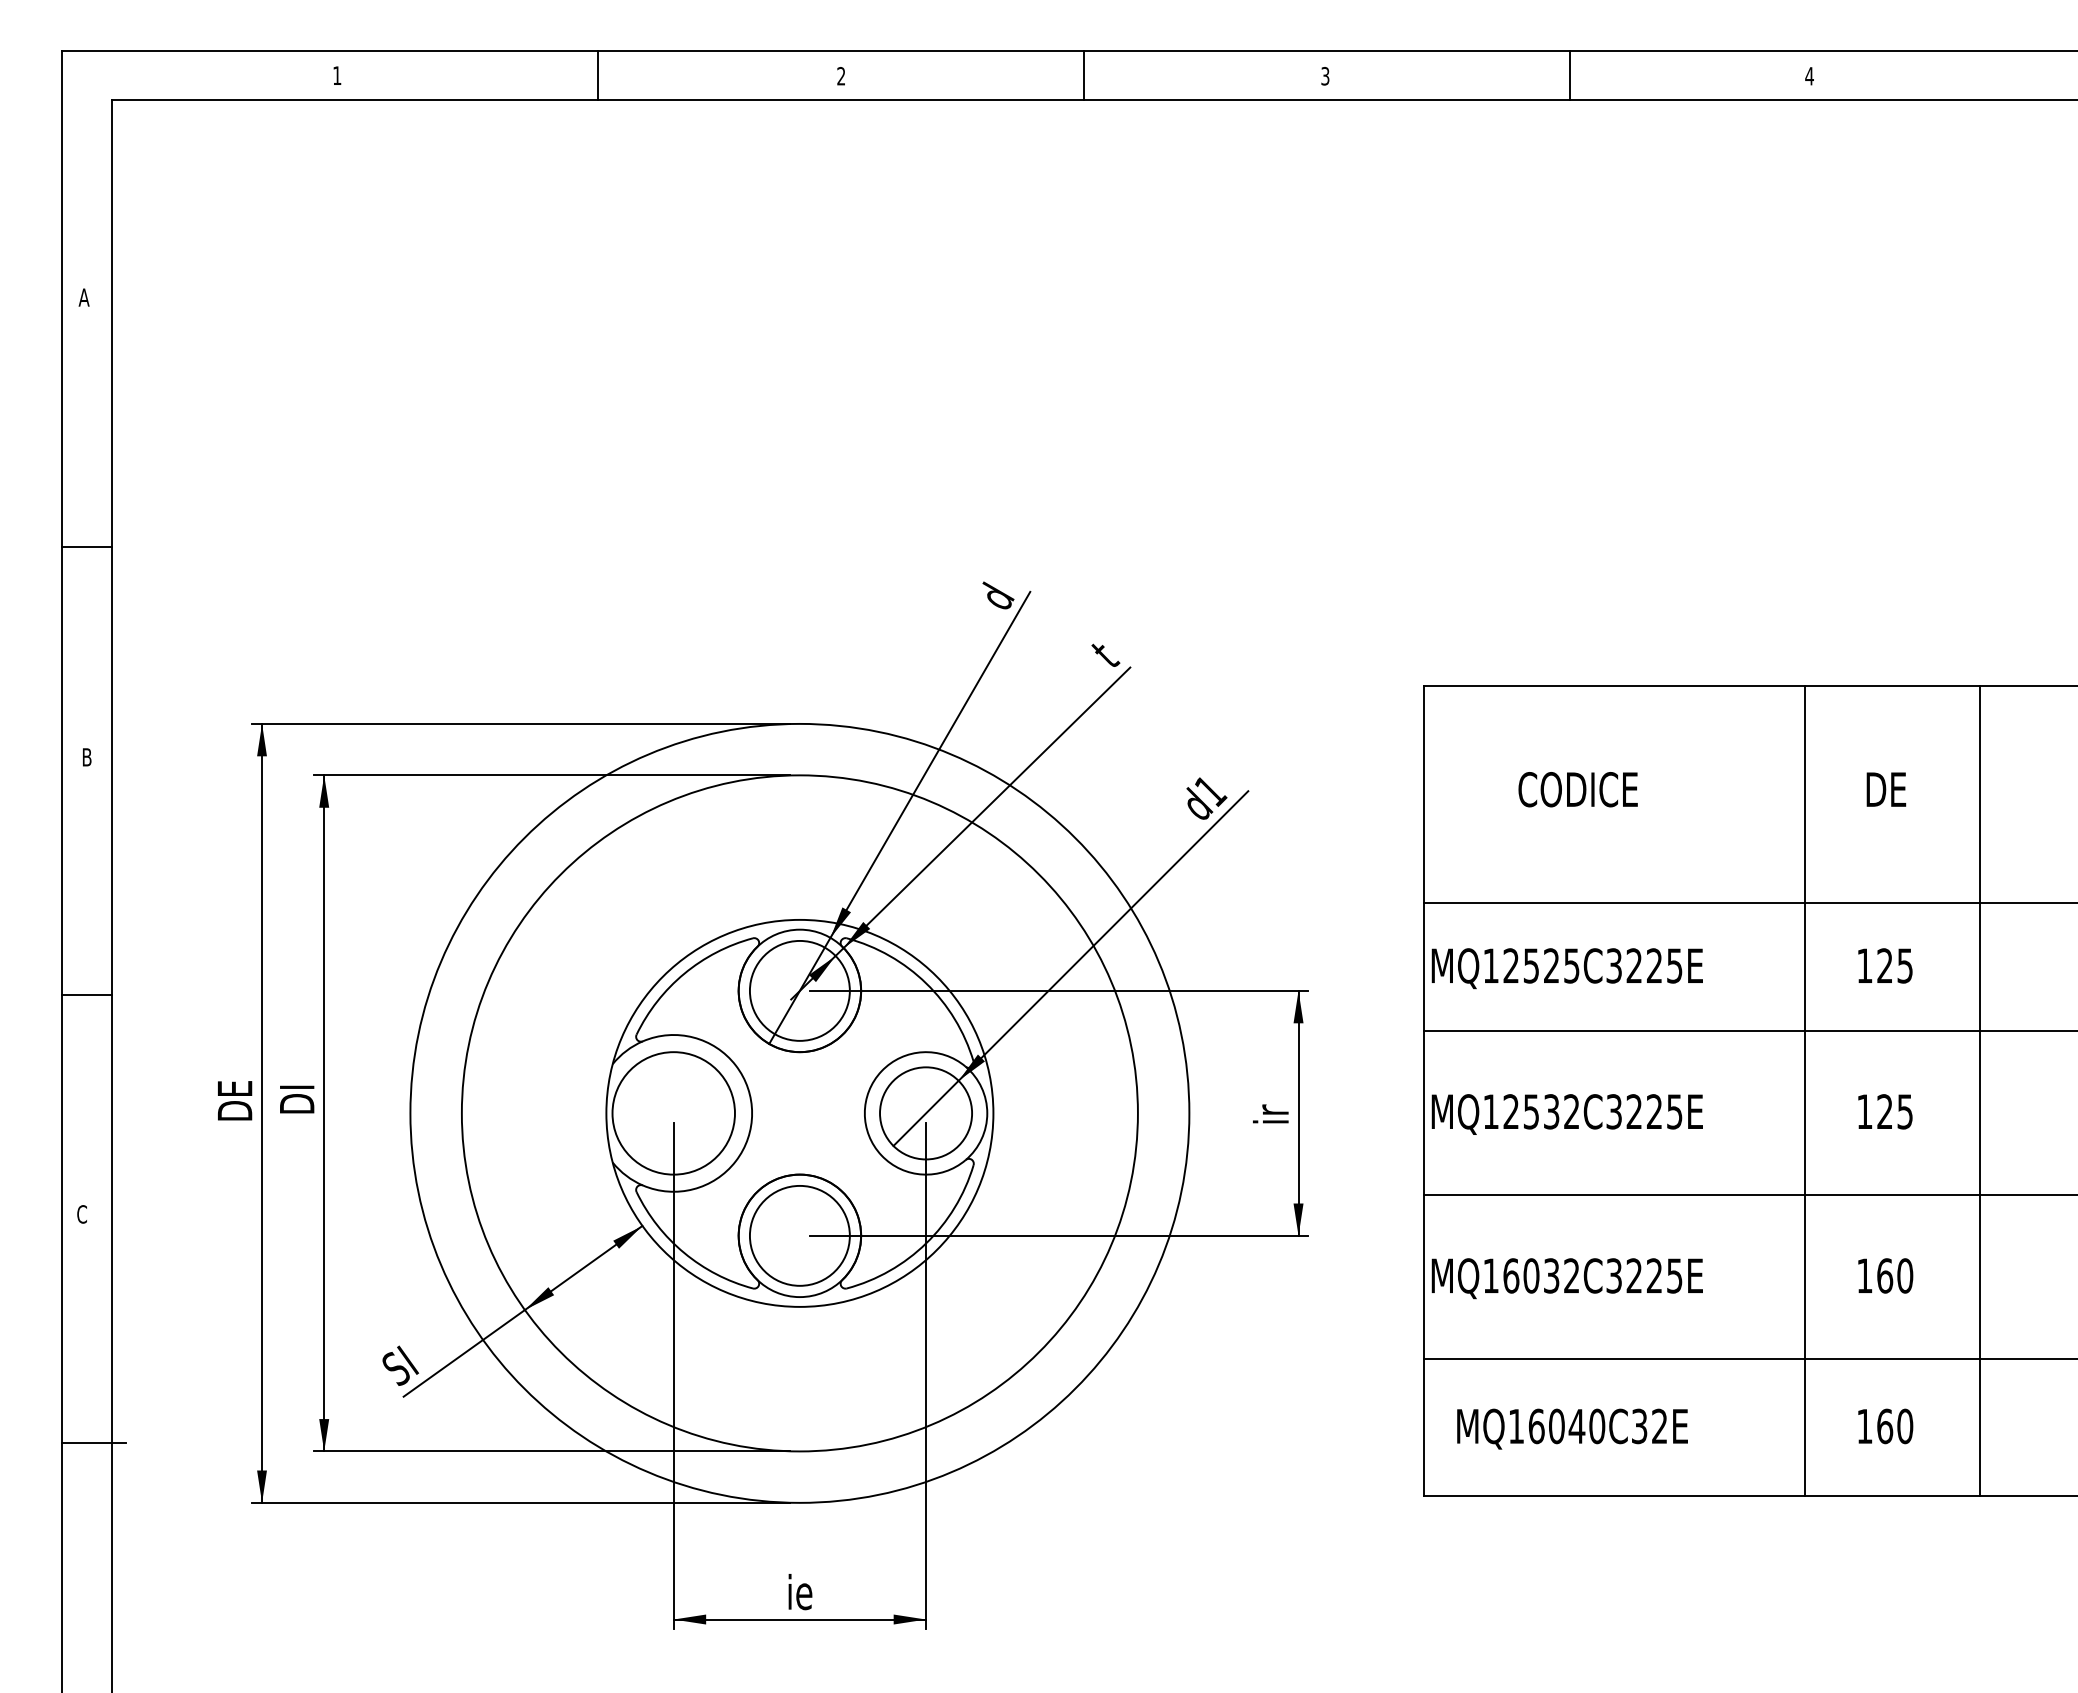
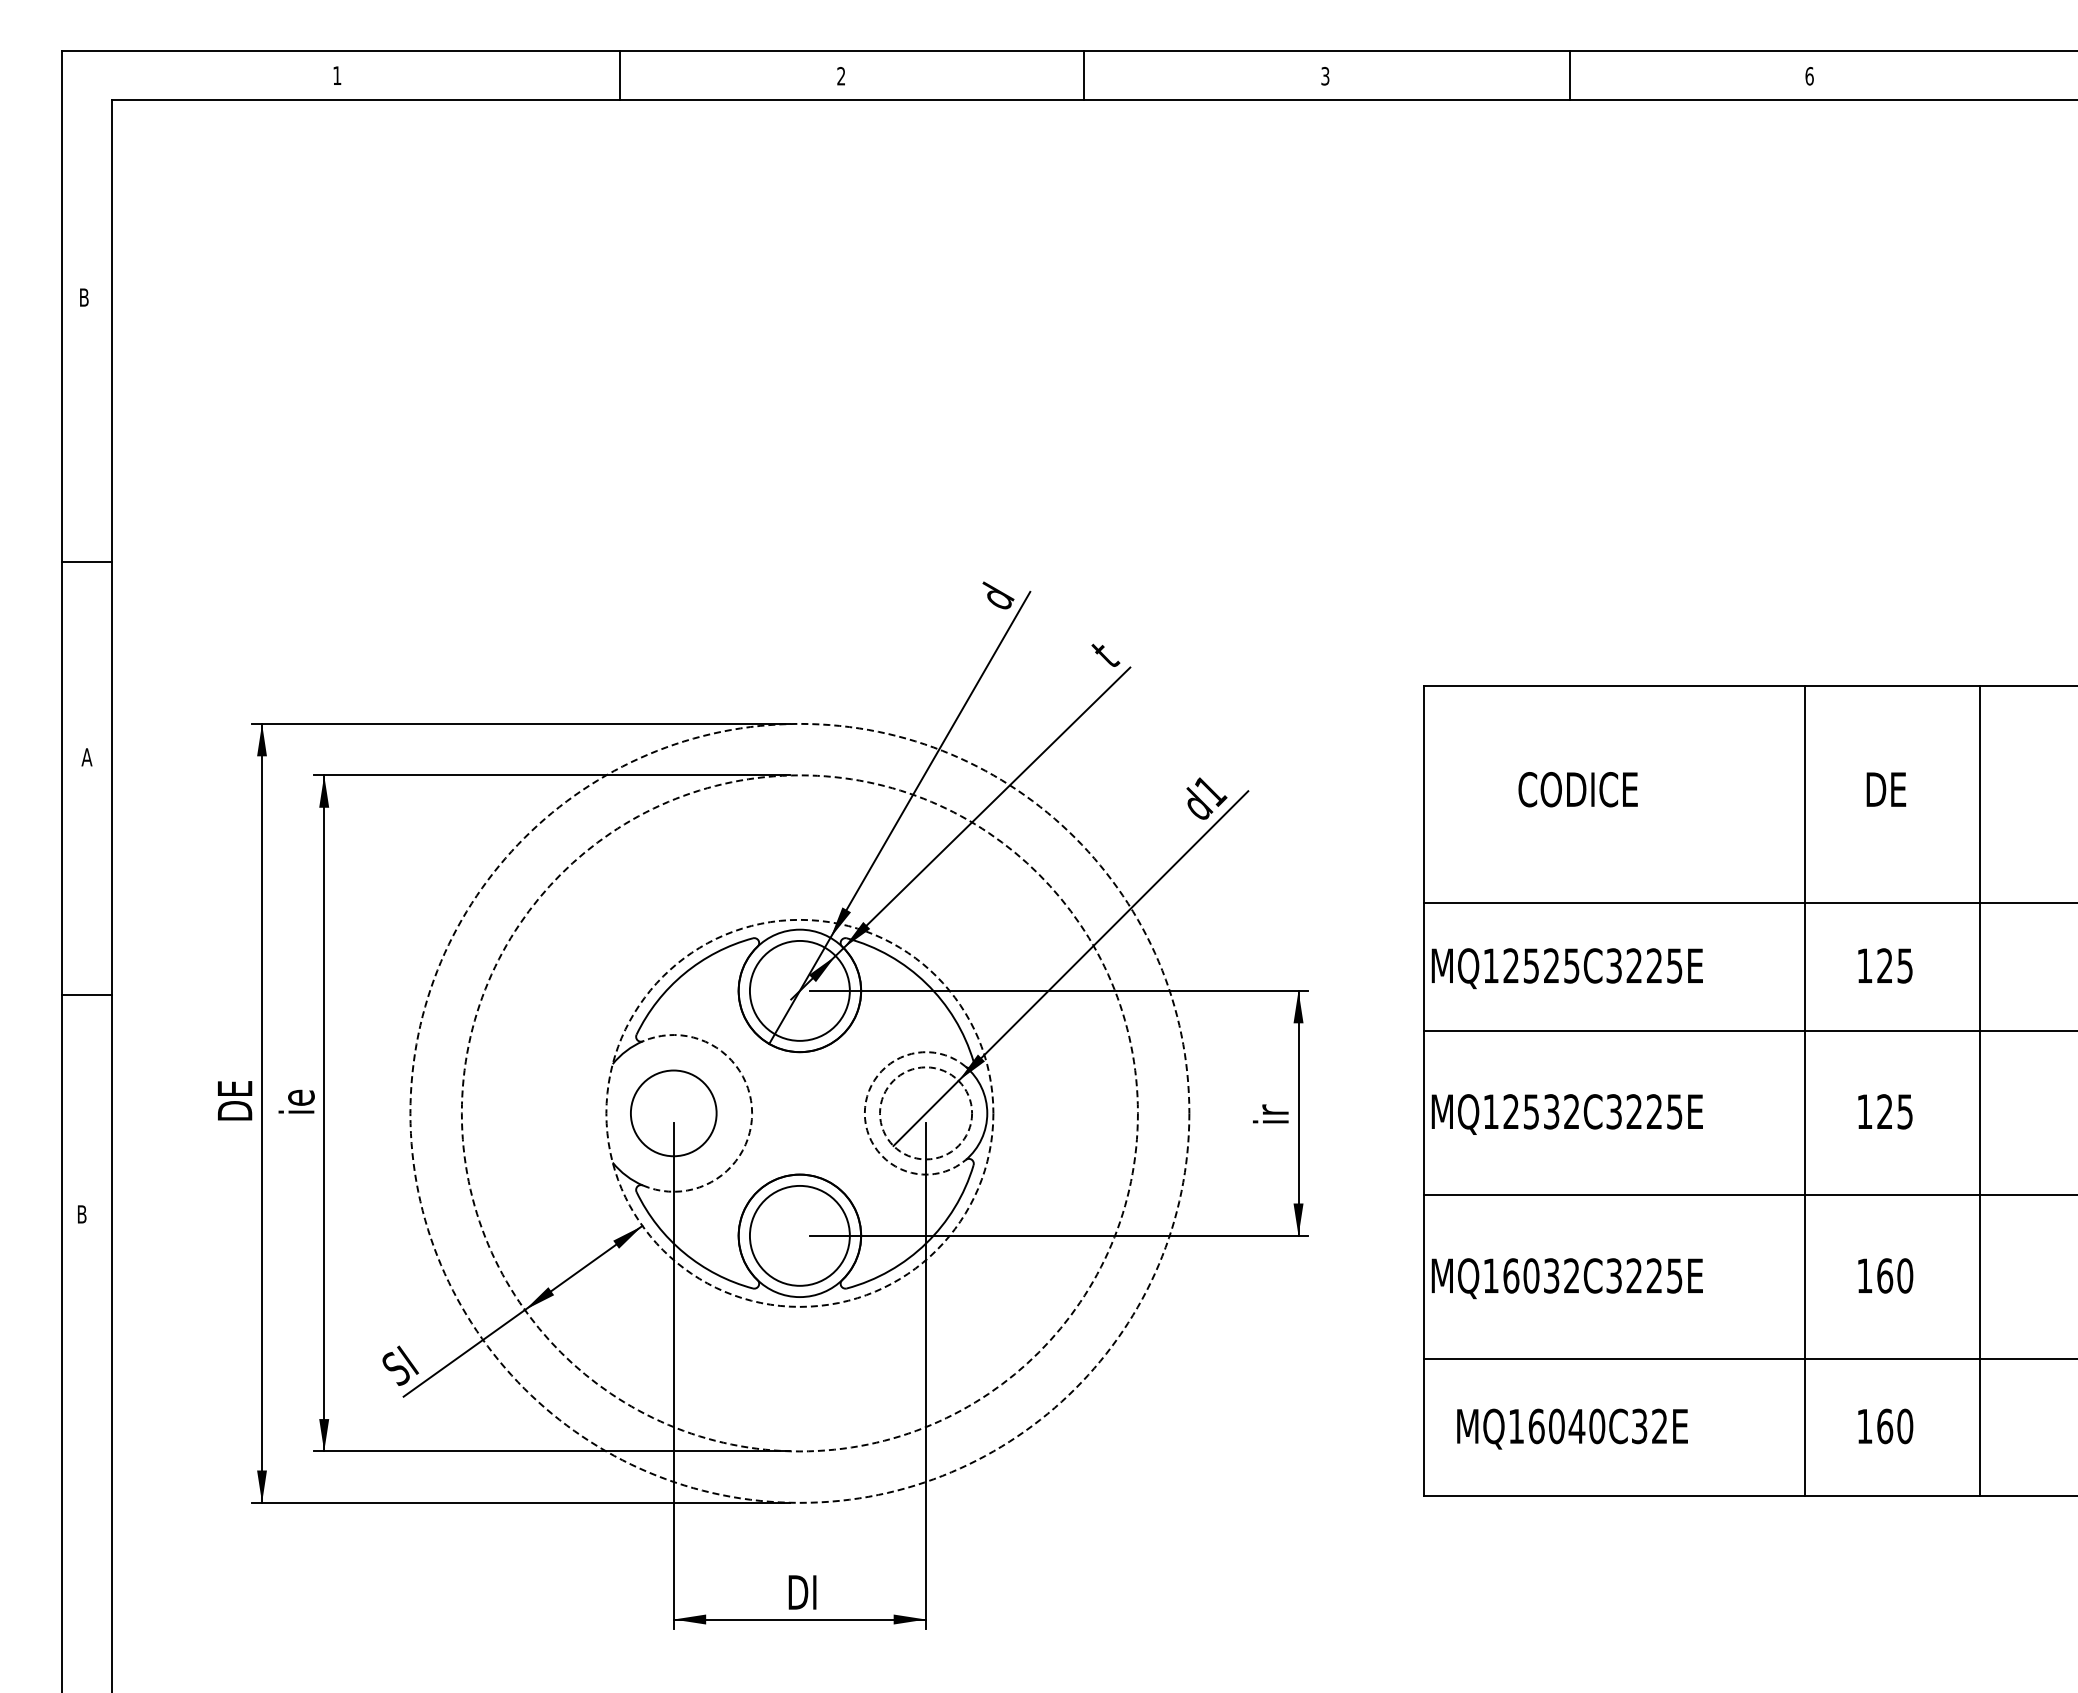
line at (597, 74) position: (597, 74) -> (619, 74)
text at (1809, 76): 4 -> 6
text at (83, 297): A -> B
line at (86, 547) position: (86, 547) -> (86, 562)
text at (86, 757): B -> A
text at (296, 1099): DI -> ie
circle at (799, 1112): solid -> dashed
circle at (799, 1112): solid -> dashed
circle at (673, 1113) diameter: 122 px -> 86 px
arc at (752, 1113): solid -> dashed
circle at (799, 1113): solid -> dashed
arc at (864, 1113): solid -> dashed
circle at (926, 1113): solid -> dashed
text at (81, 1214): C -> B
line at (94, 1442): present -> none
text at (802, 1592): ie -> DI
